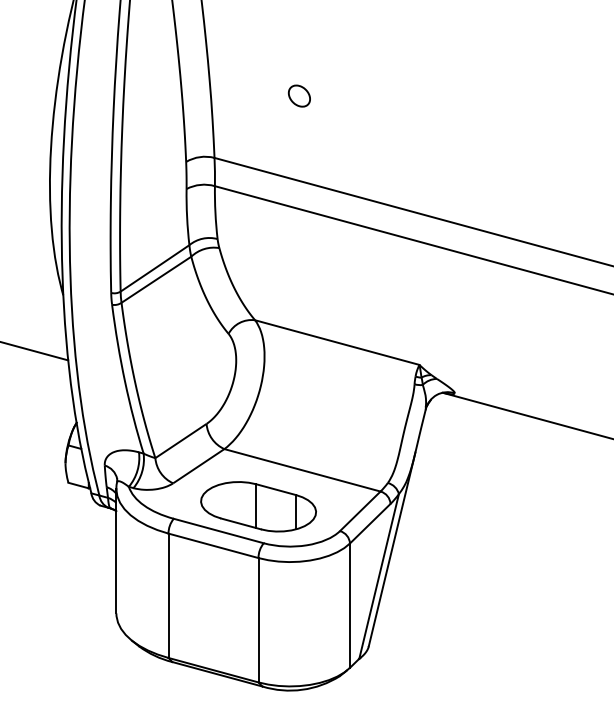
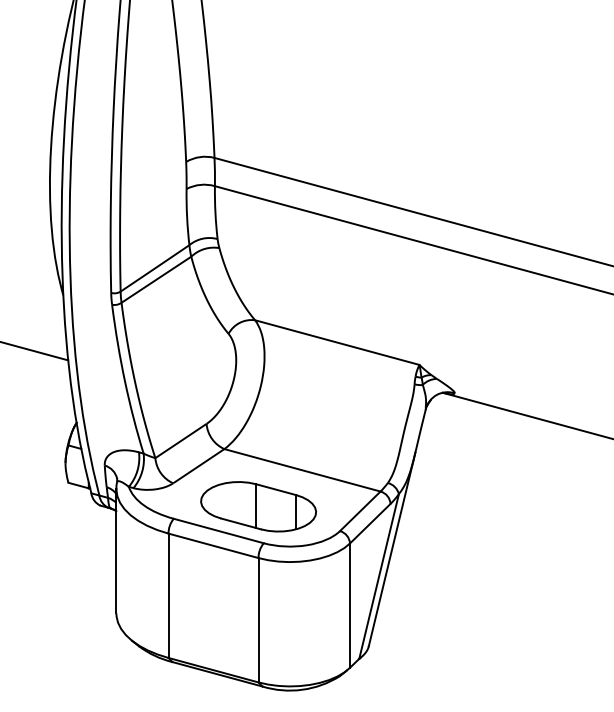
part at (298, 95): present -> none
